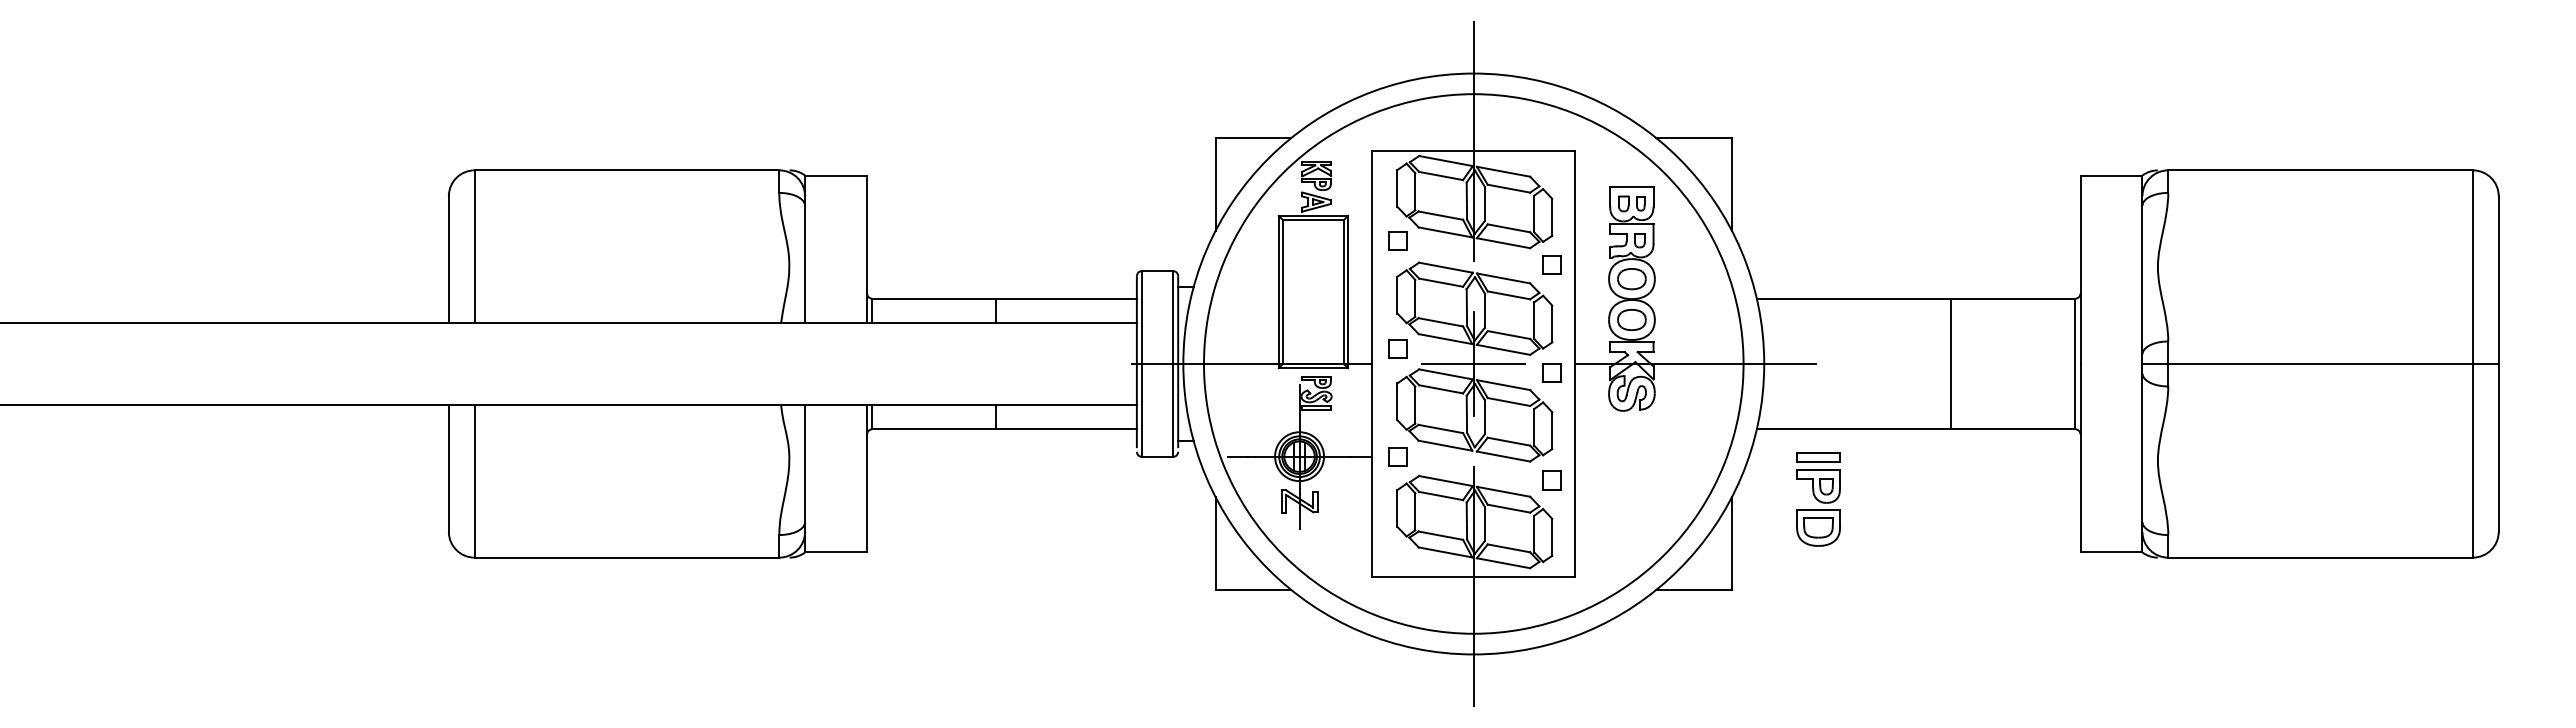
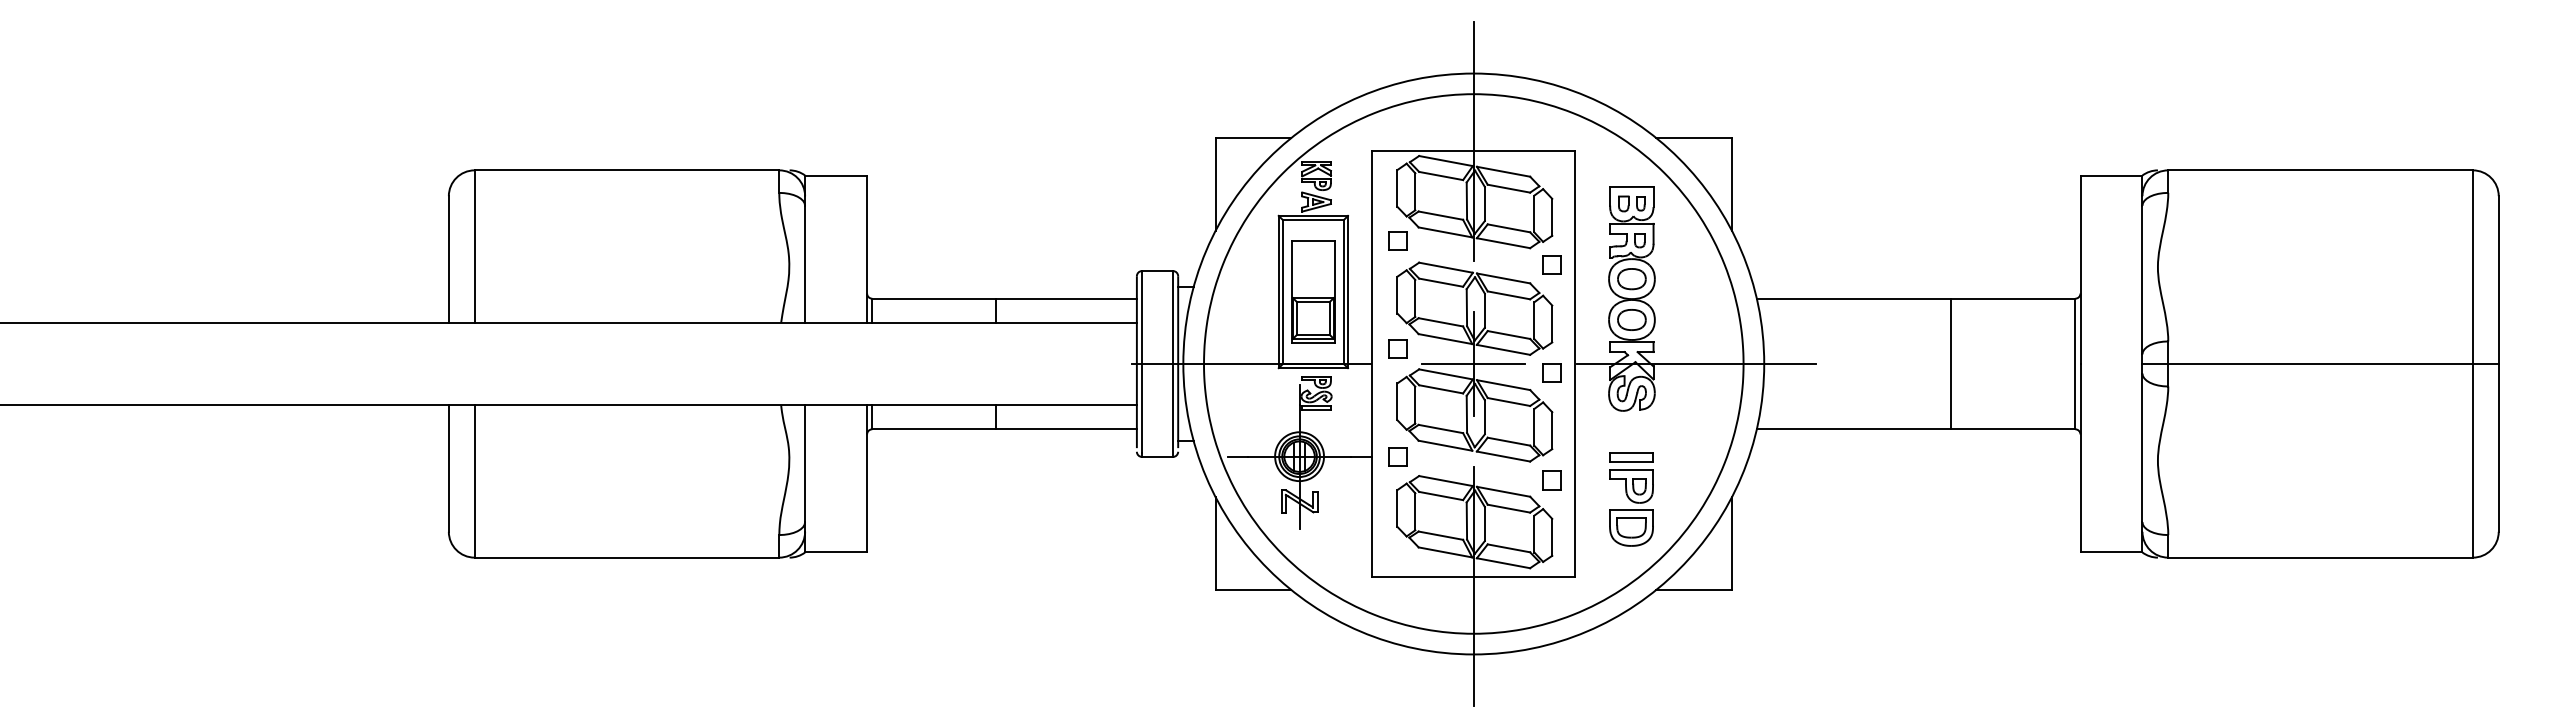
part at (1313, 291): none -> present
part at (1818, 499) position: (1818, 499) -> (1631, 499)
